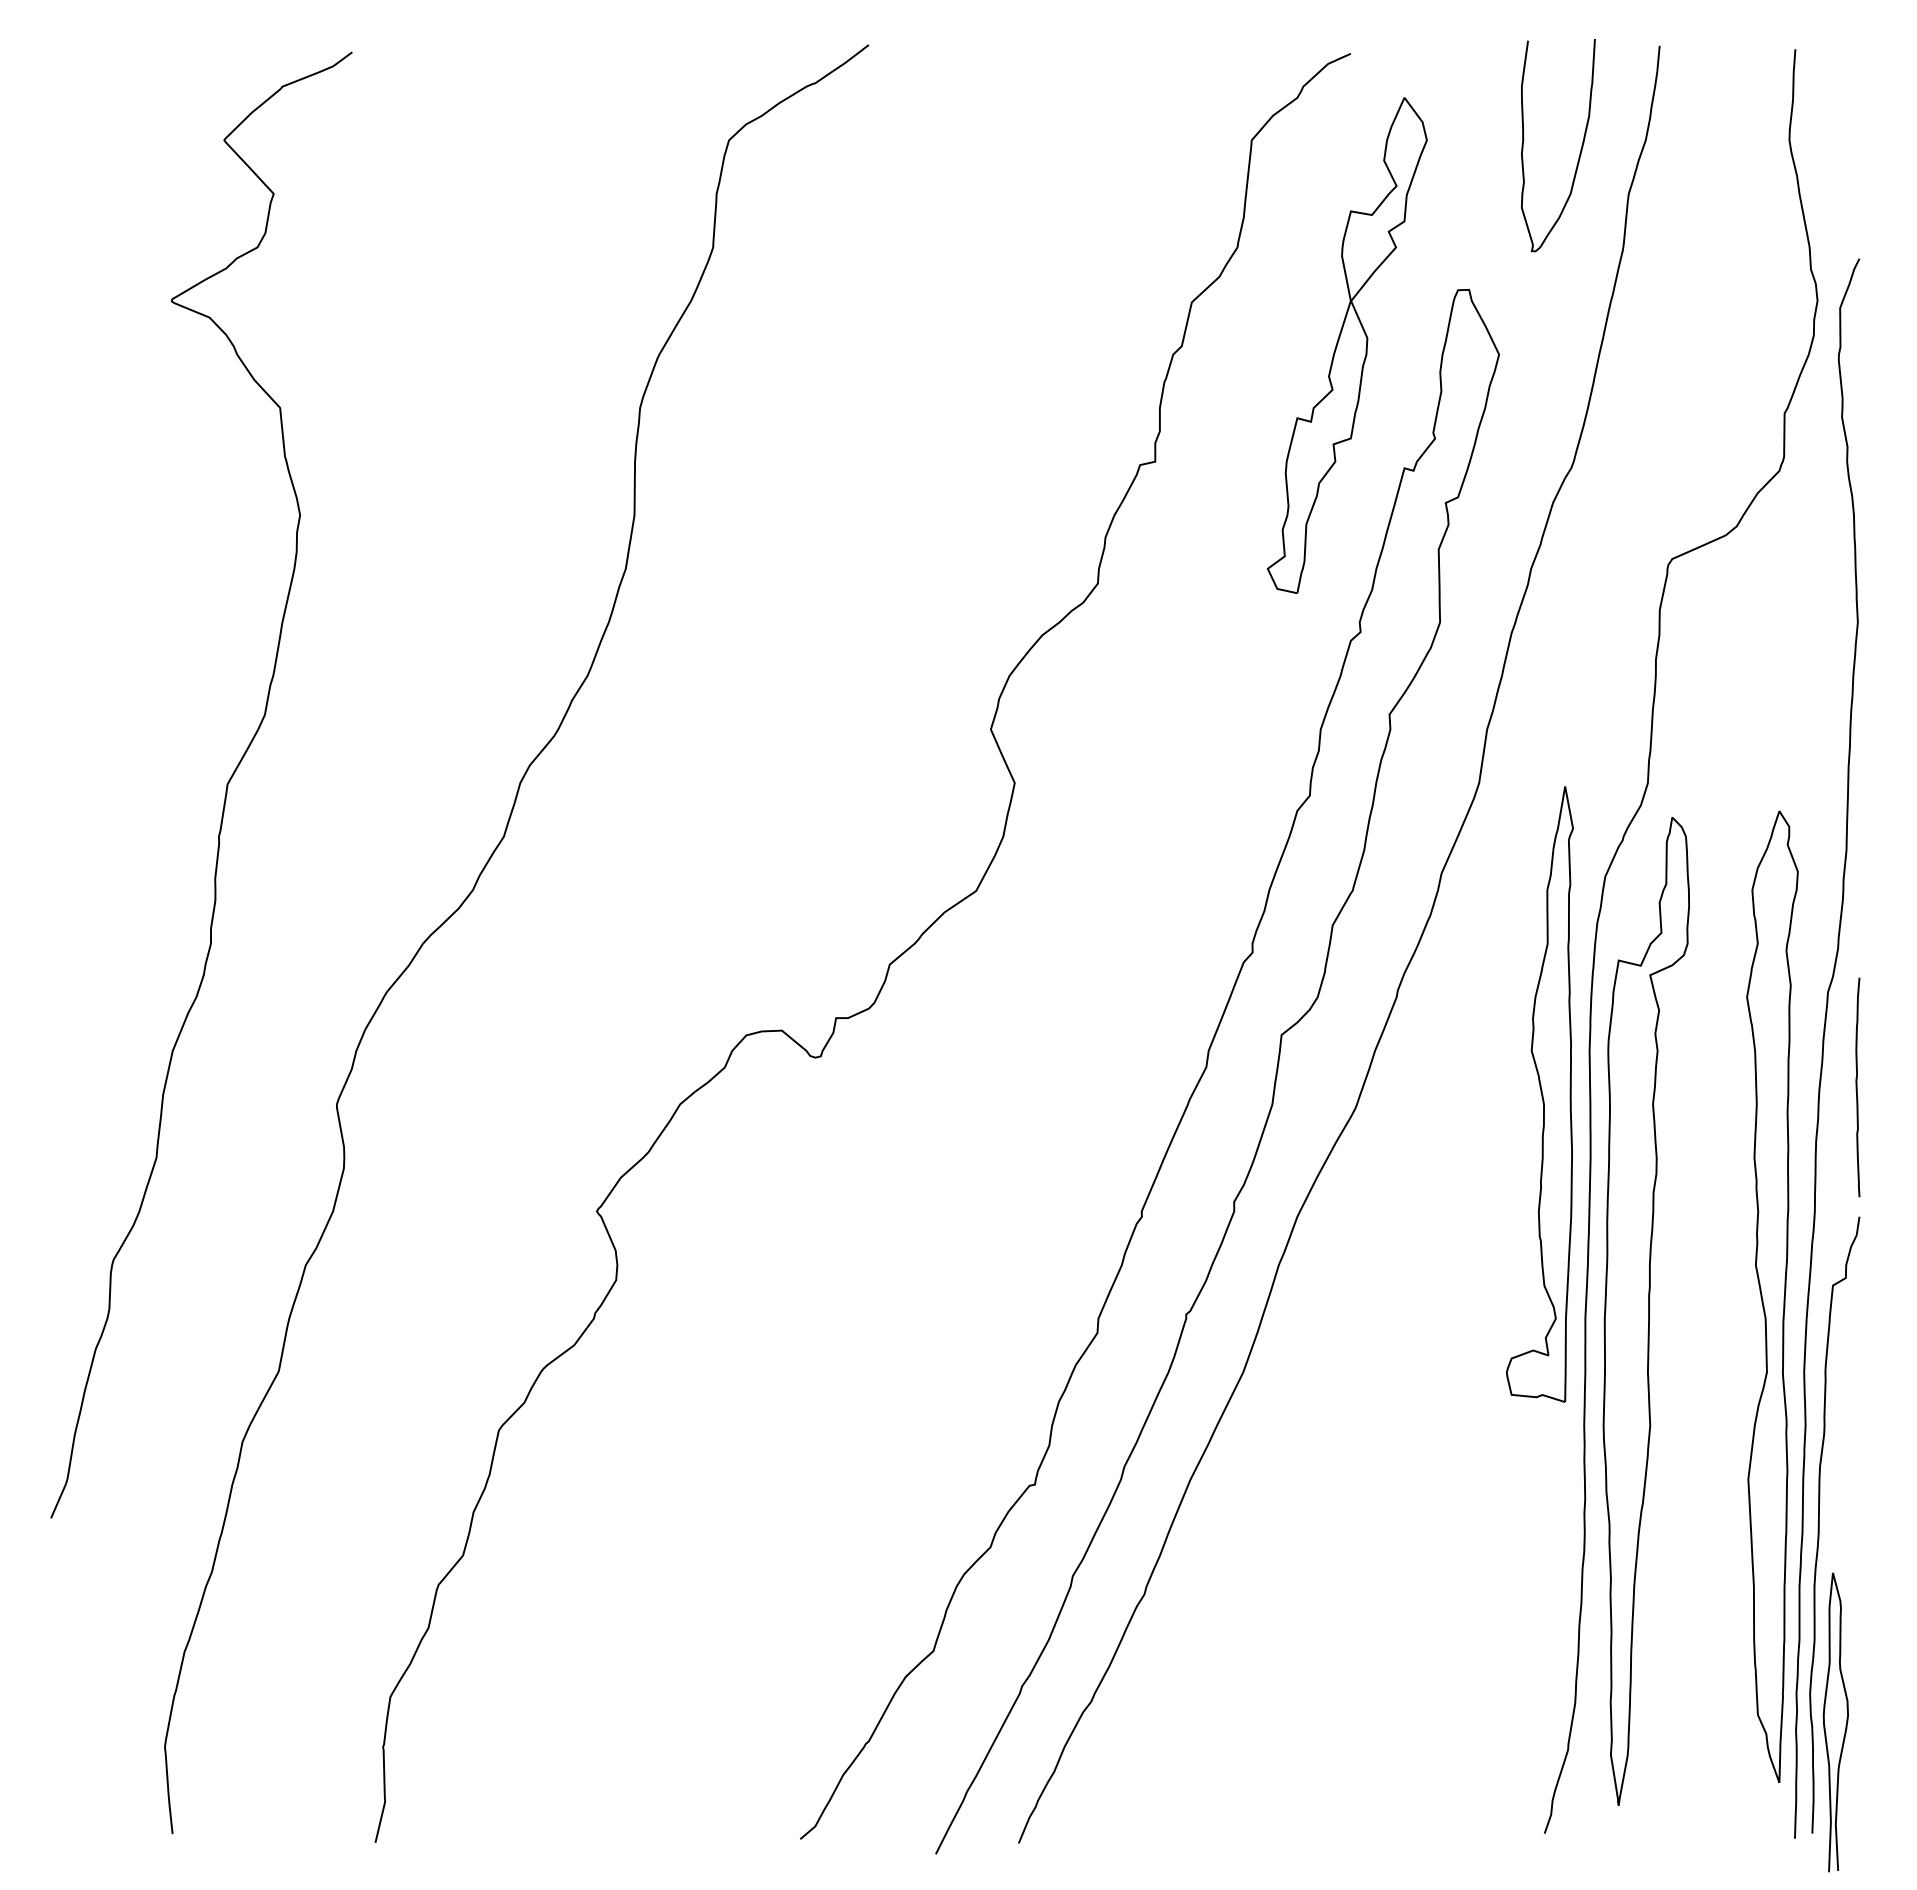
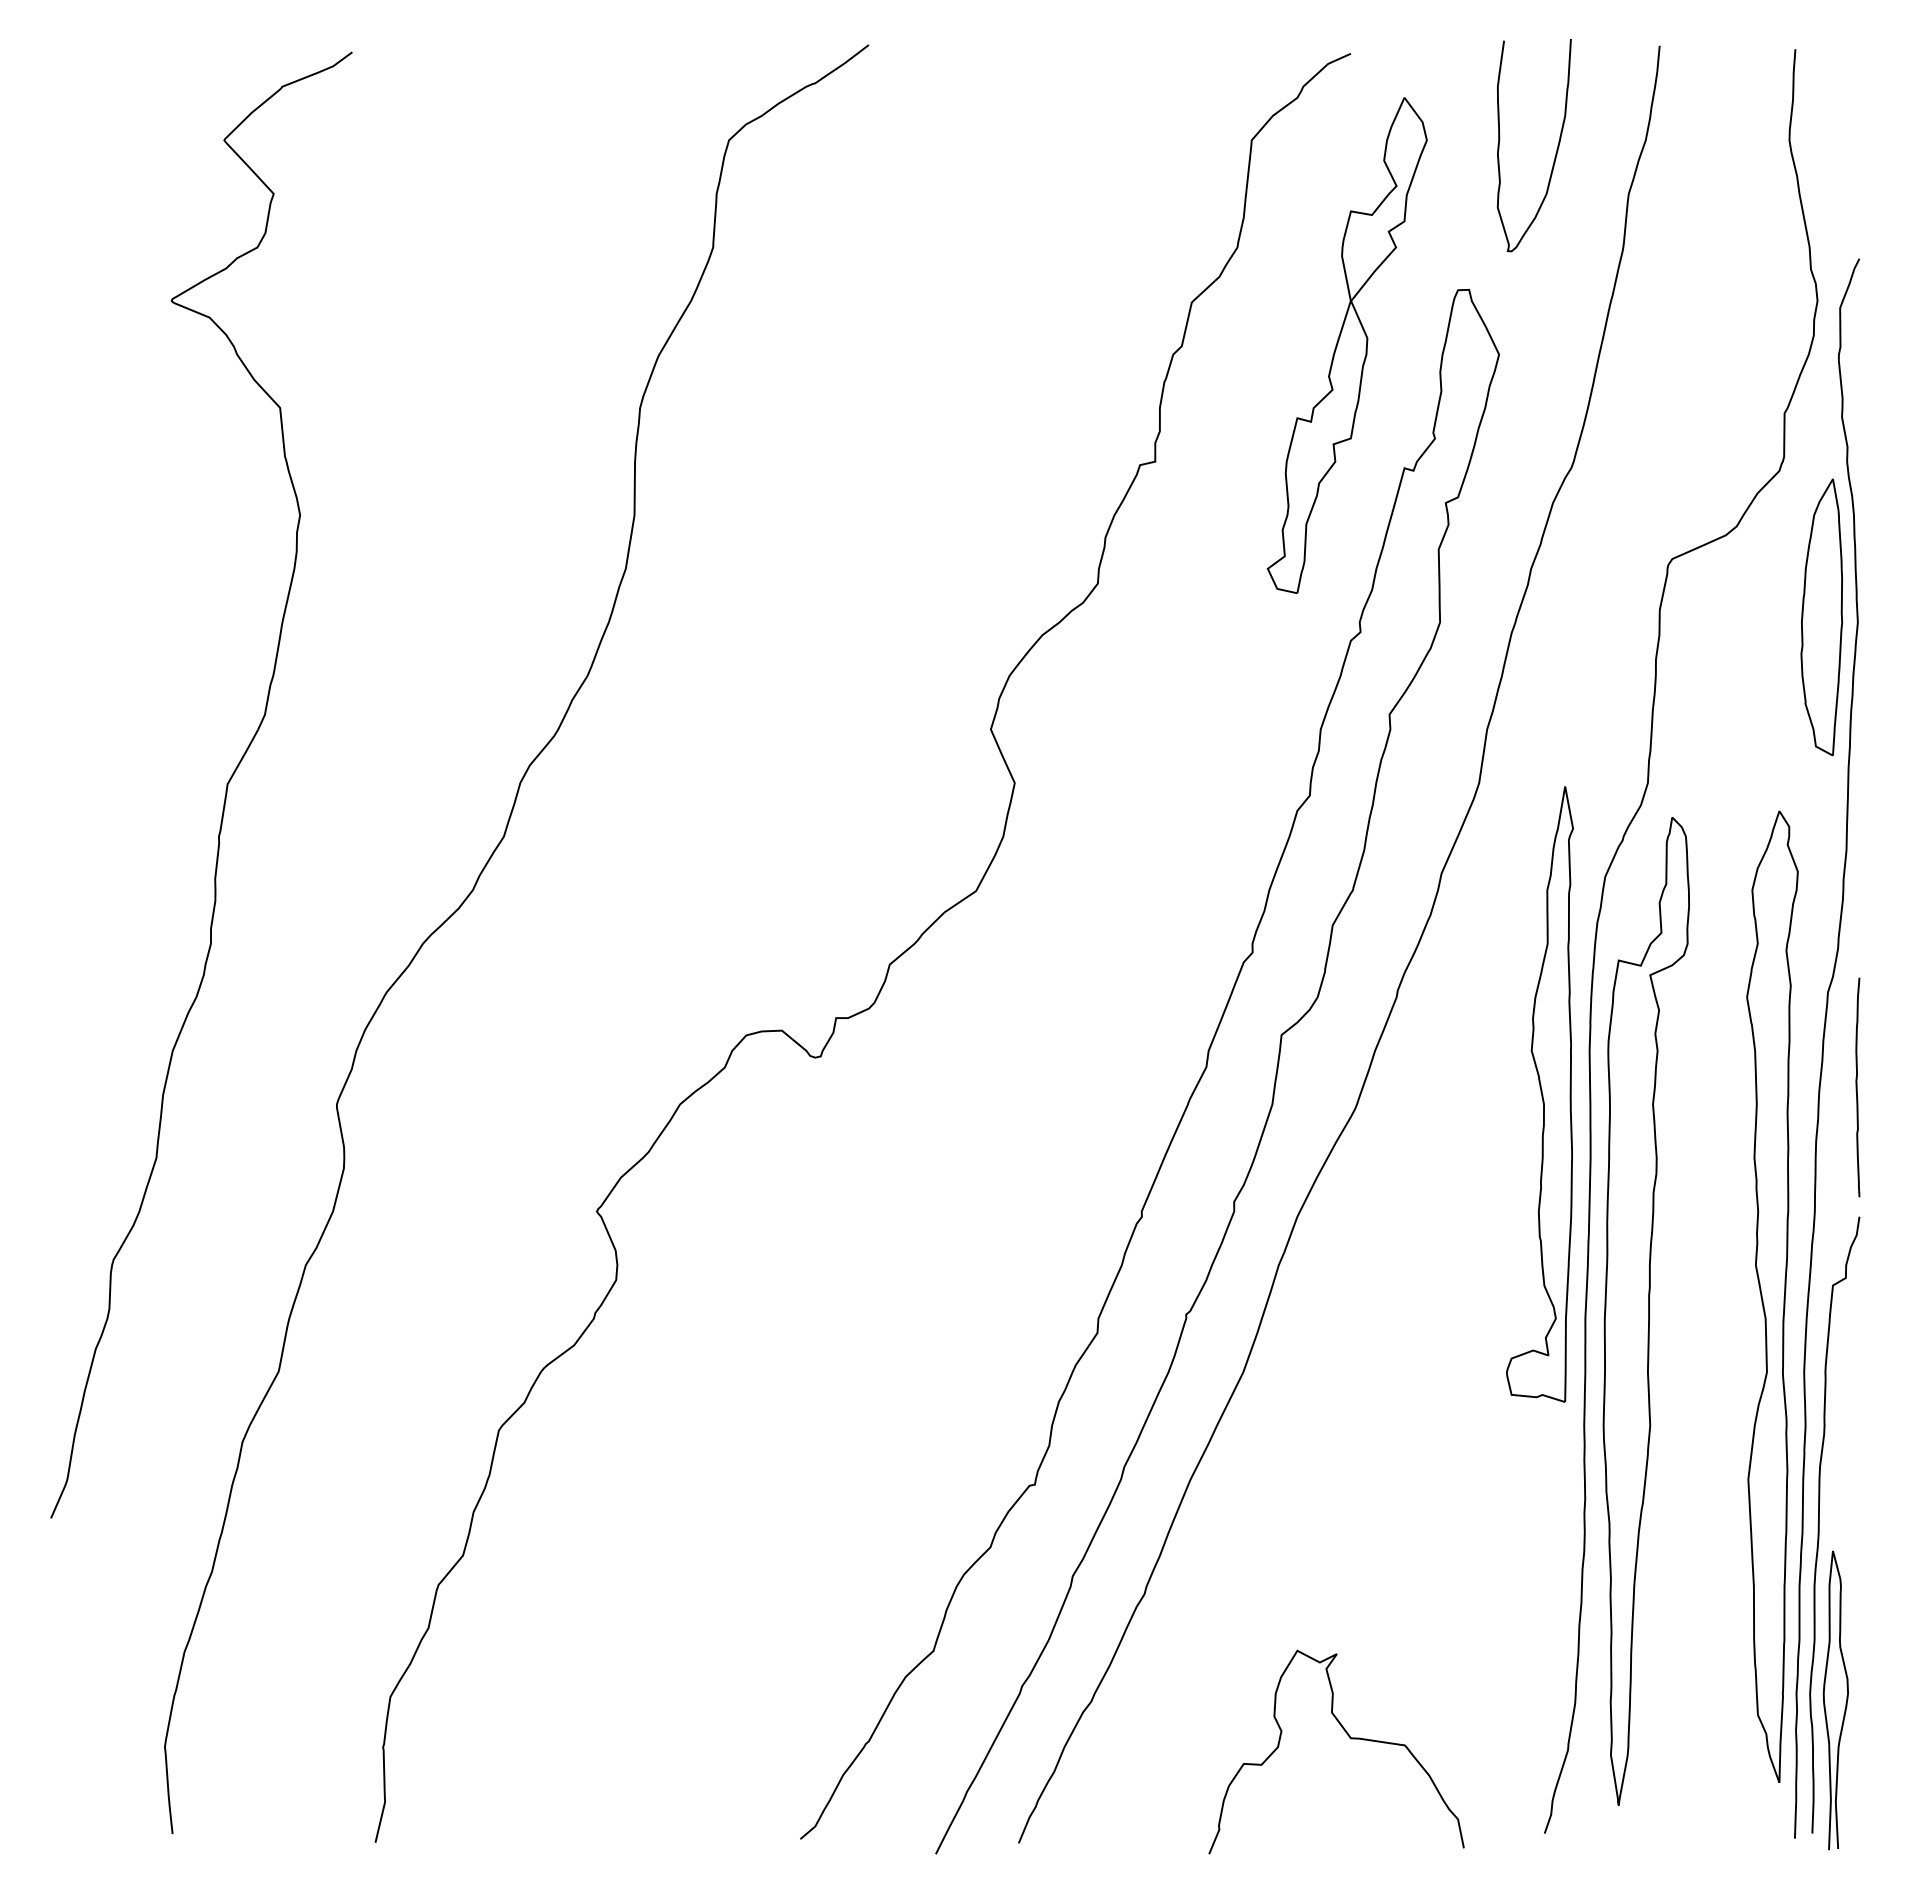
curve at (1580, 149) position: (1580, 149) -> (1556, 149)
part at (1821, 617): none -> present
curve at (1825, 1725) position: (1825, 1725) -> (1825, 1703)
curve at (1349, 1738): none -> present
